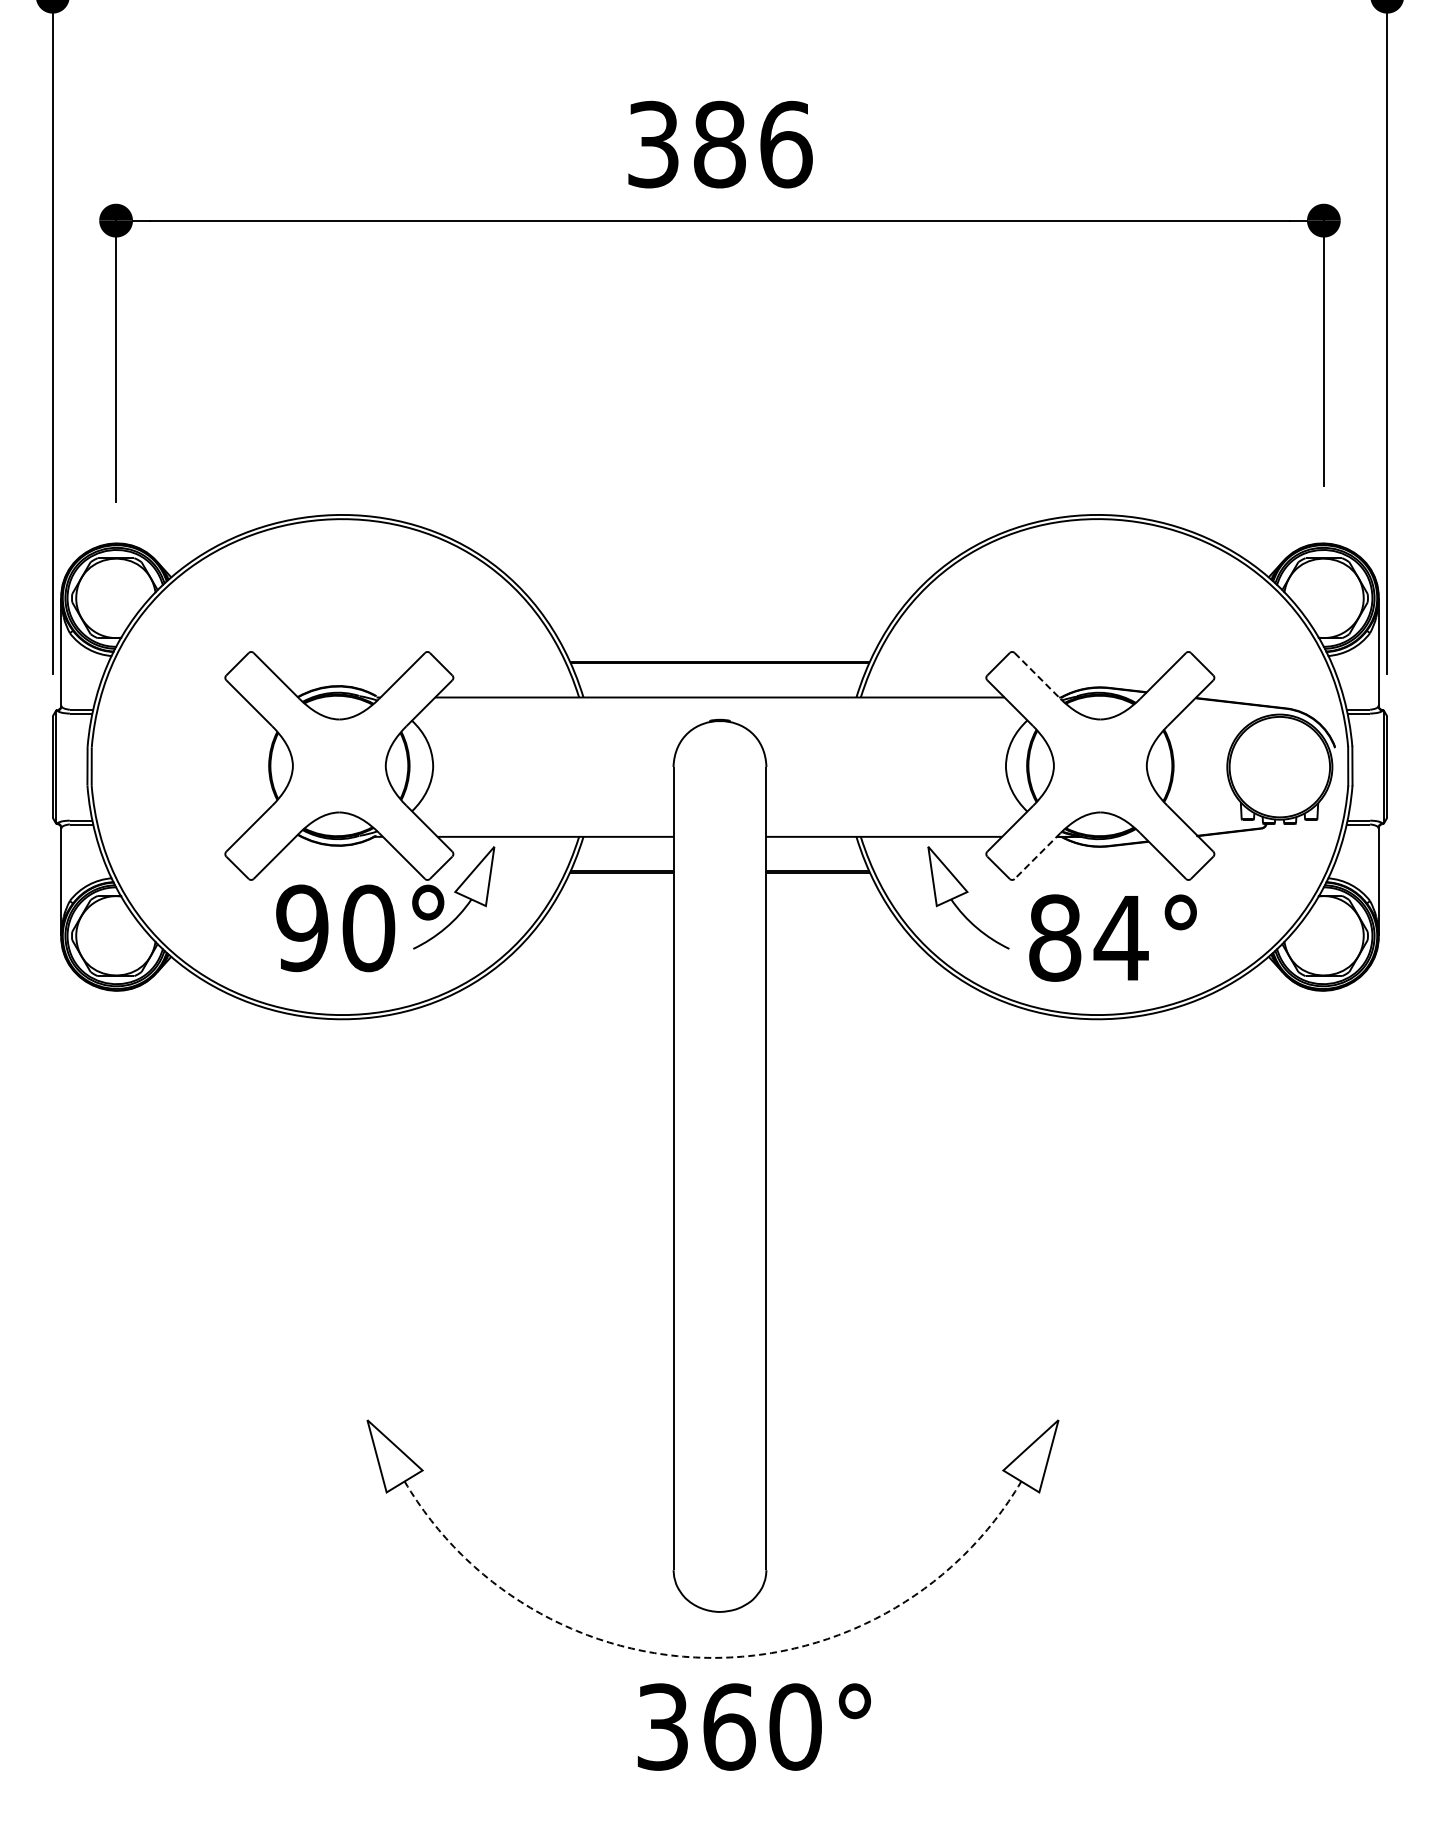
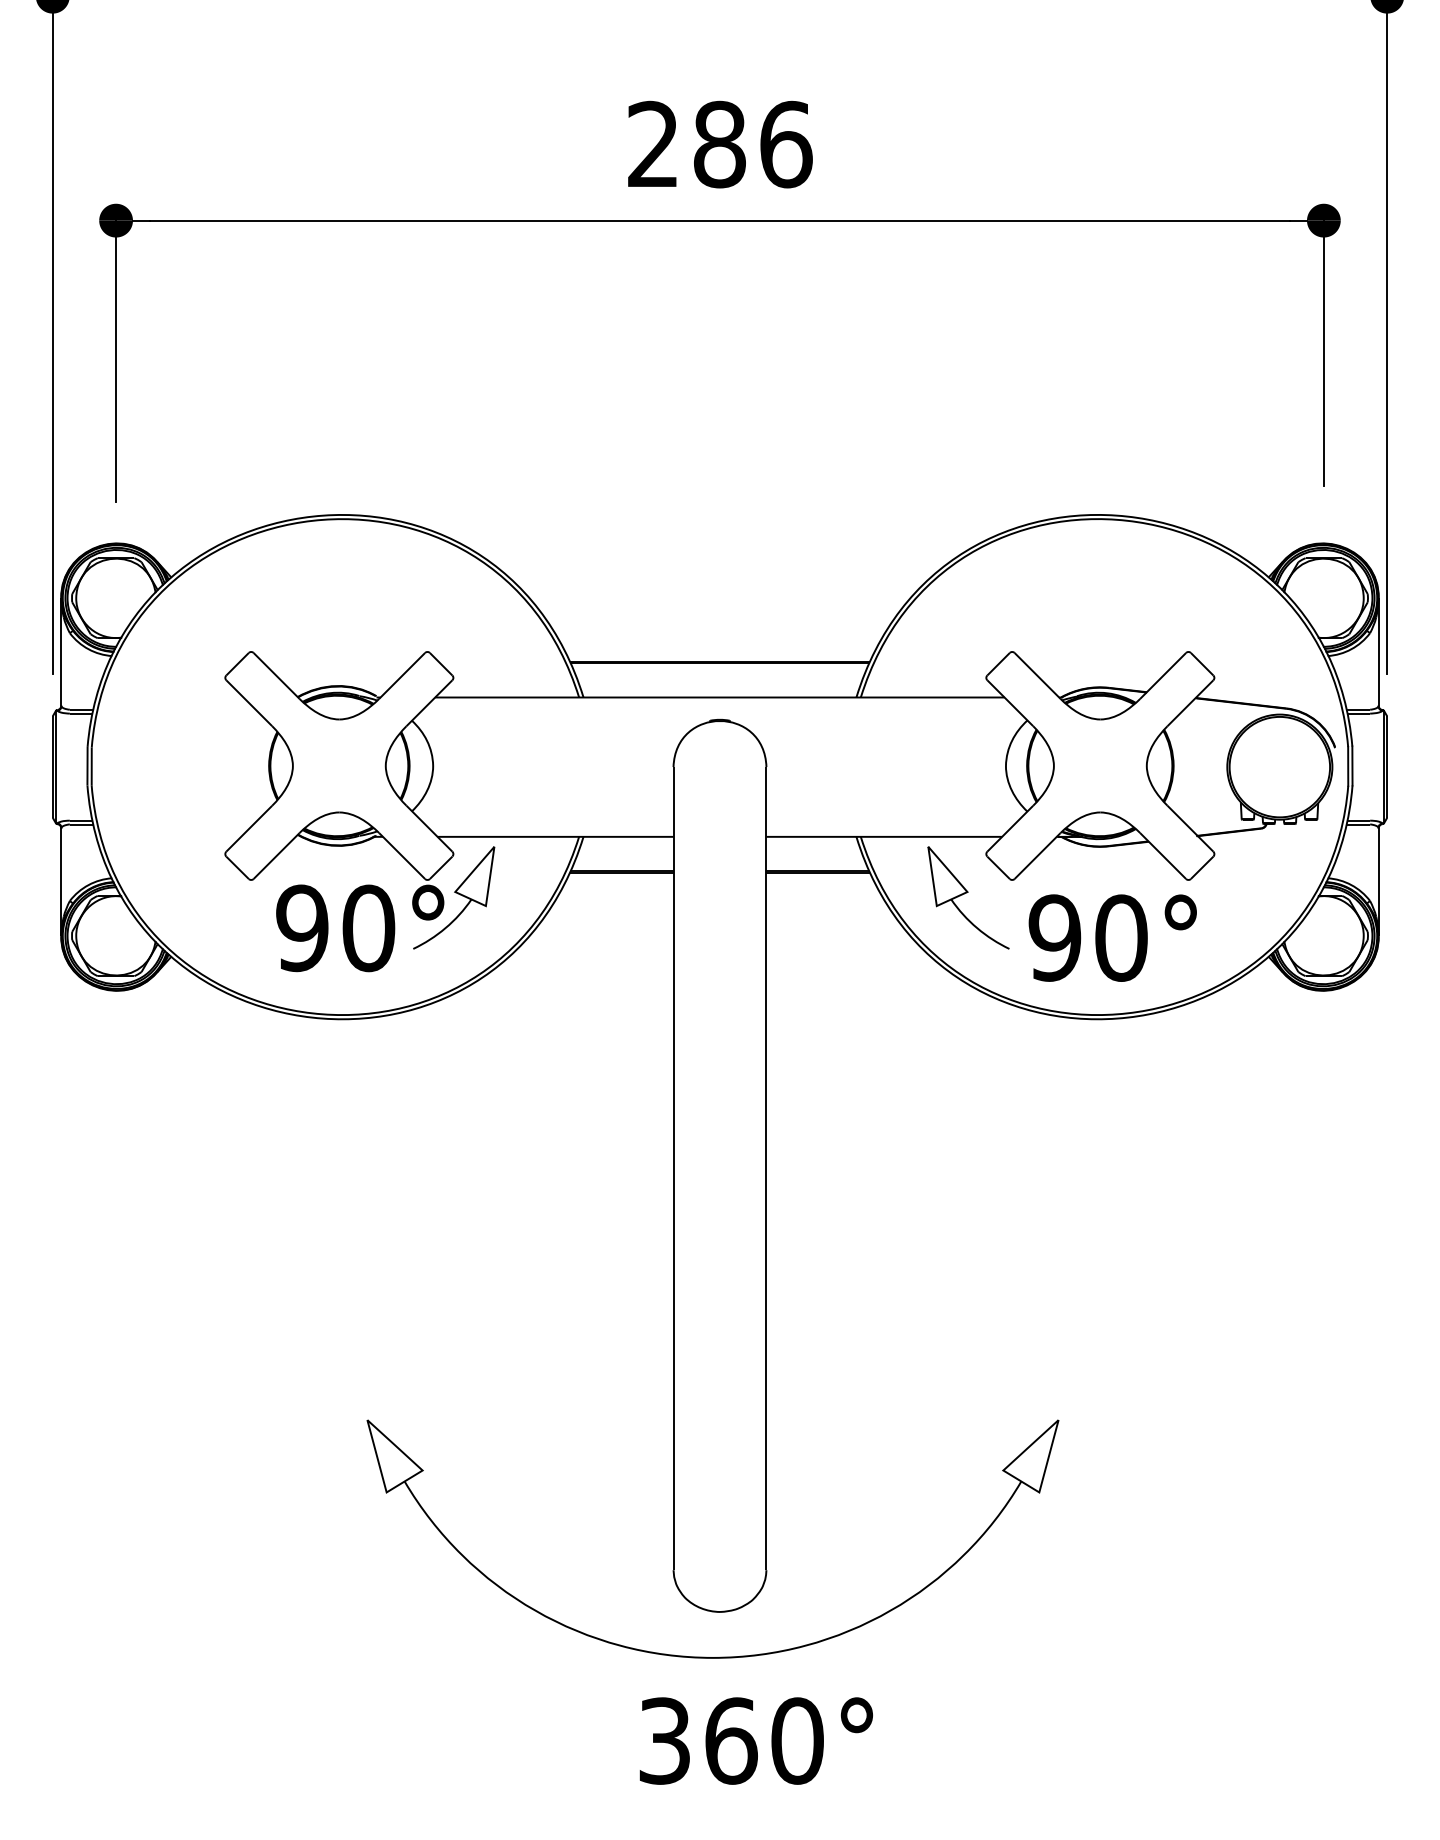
text at (653, 144): 386 -> 286
line at (1037, 676): dashed -> solid
line at (1037, 856): dashed -> solid
text at (1088, 937): 84° -> 90°
arc at (713, 1657): dashed -> solid
text at (753, 1726) position: (753, 1726) -> (755, 1740)
